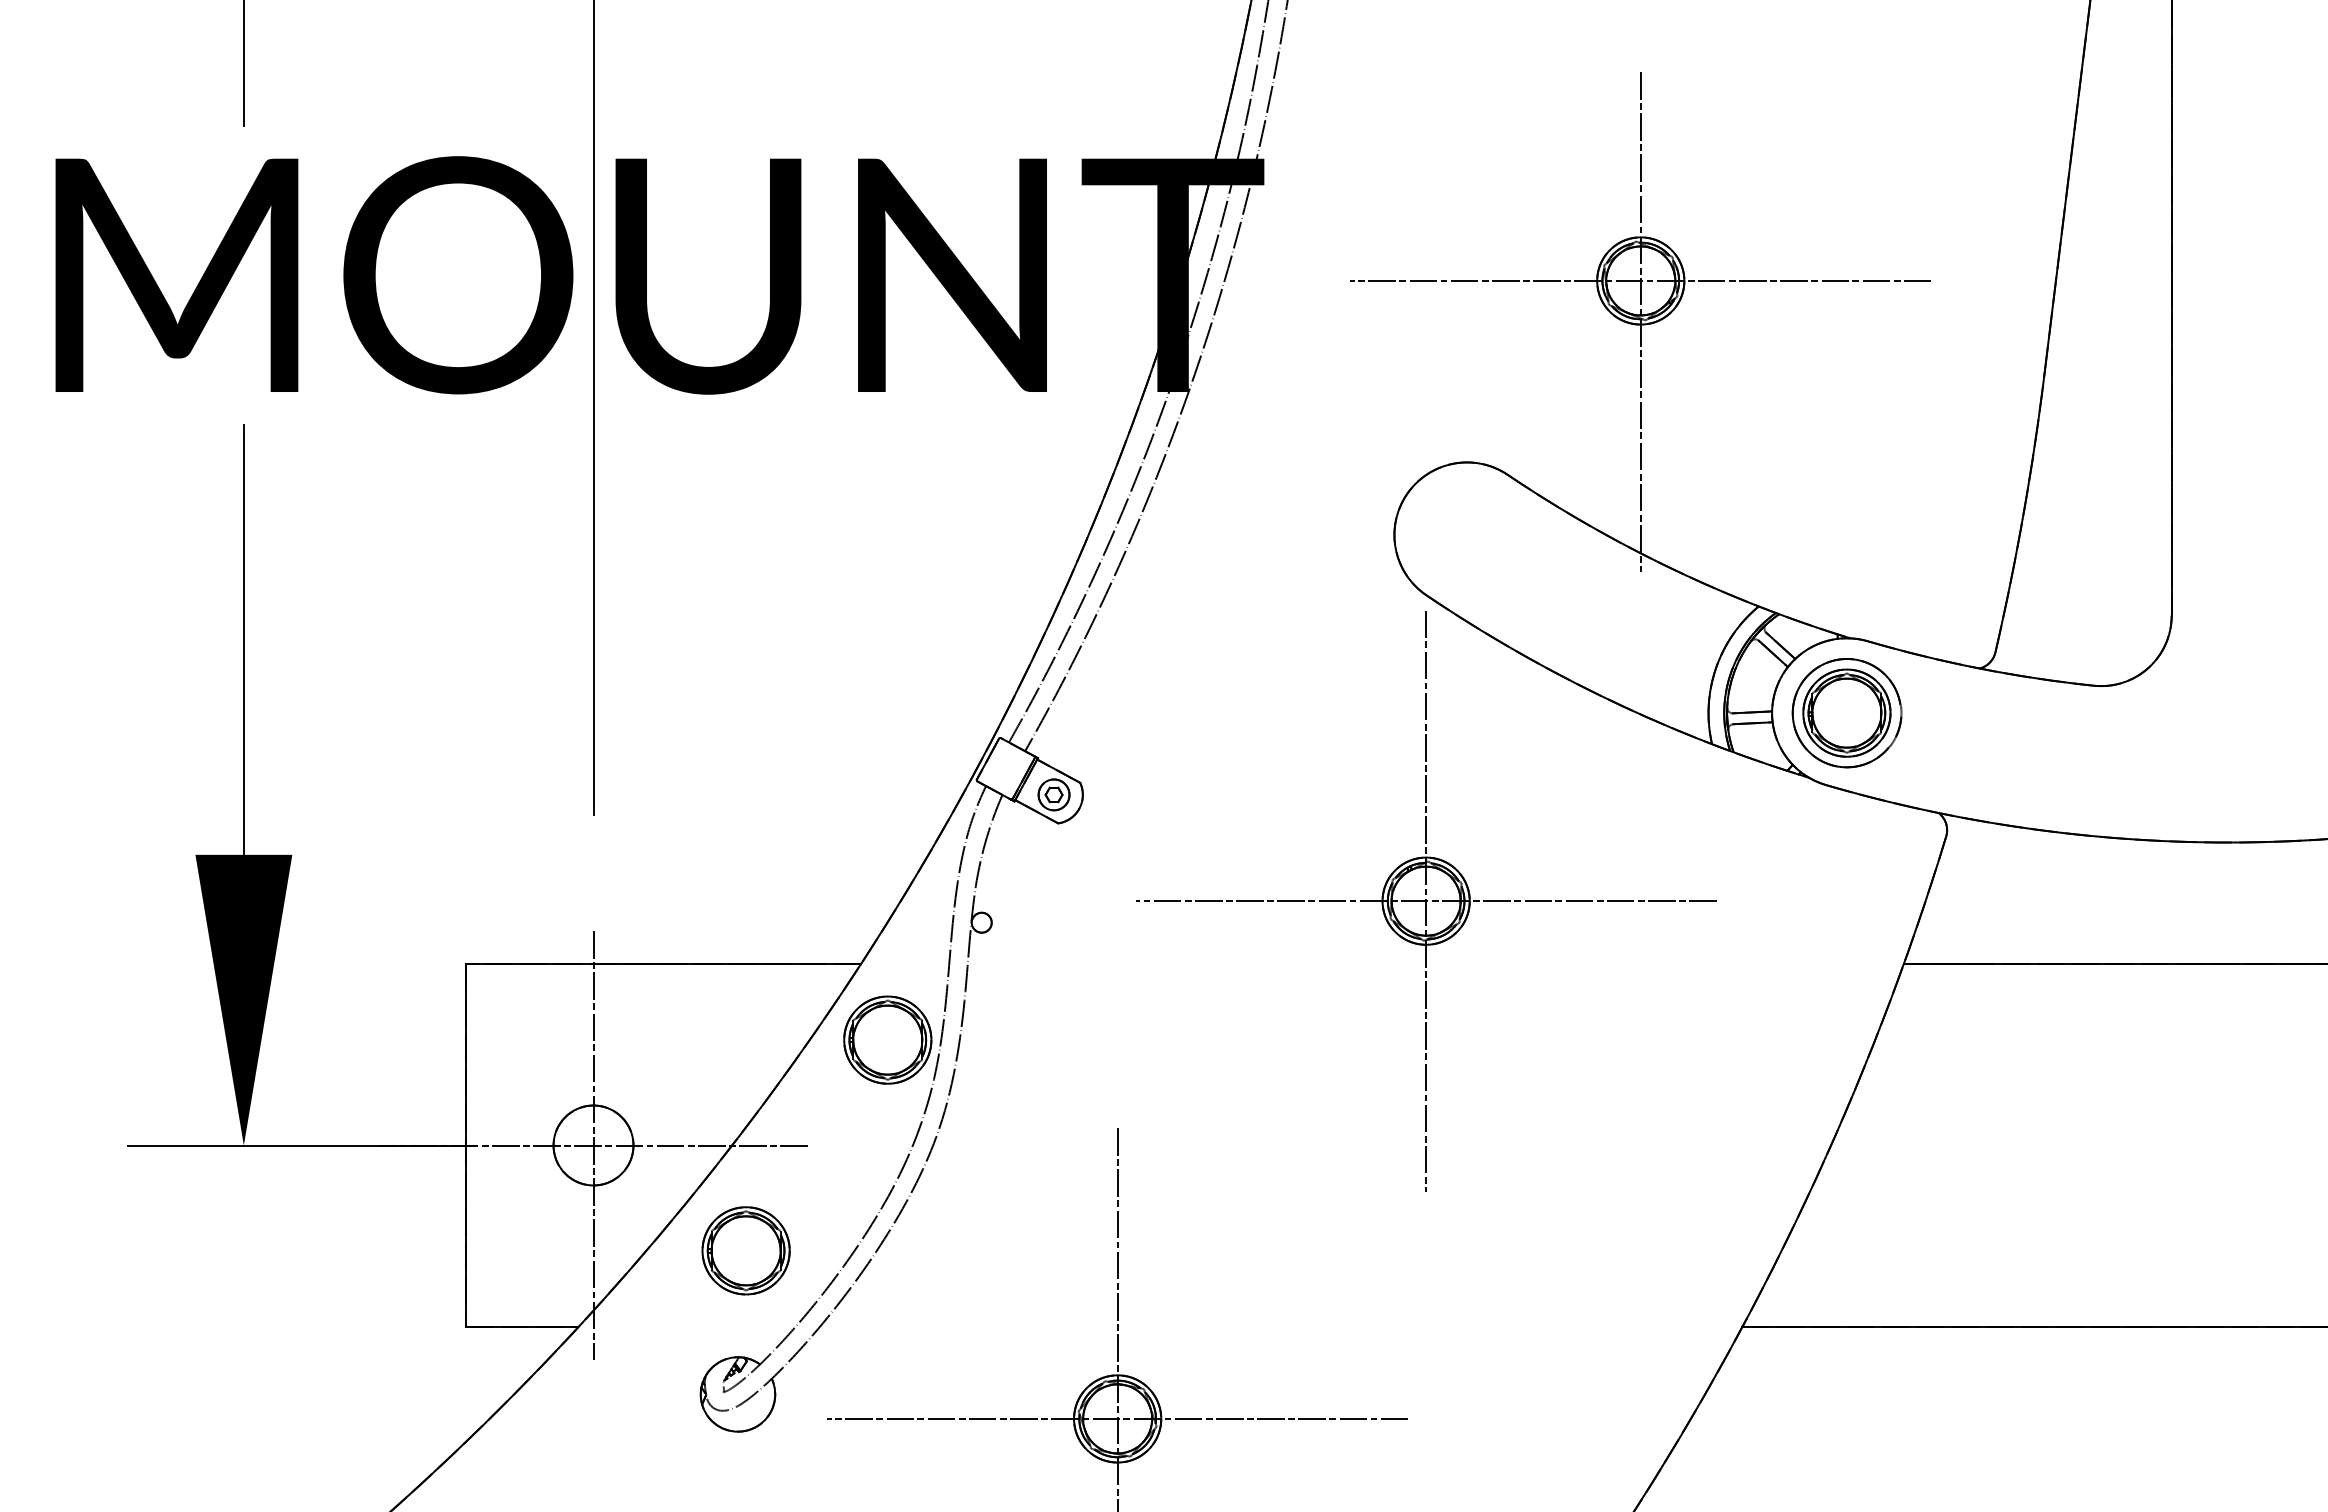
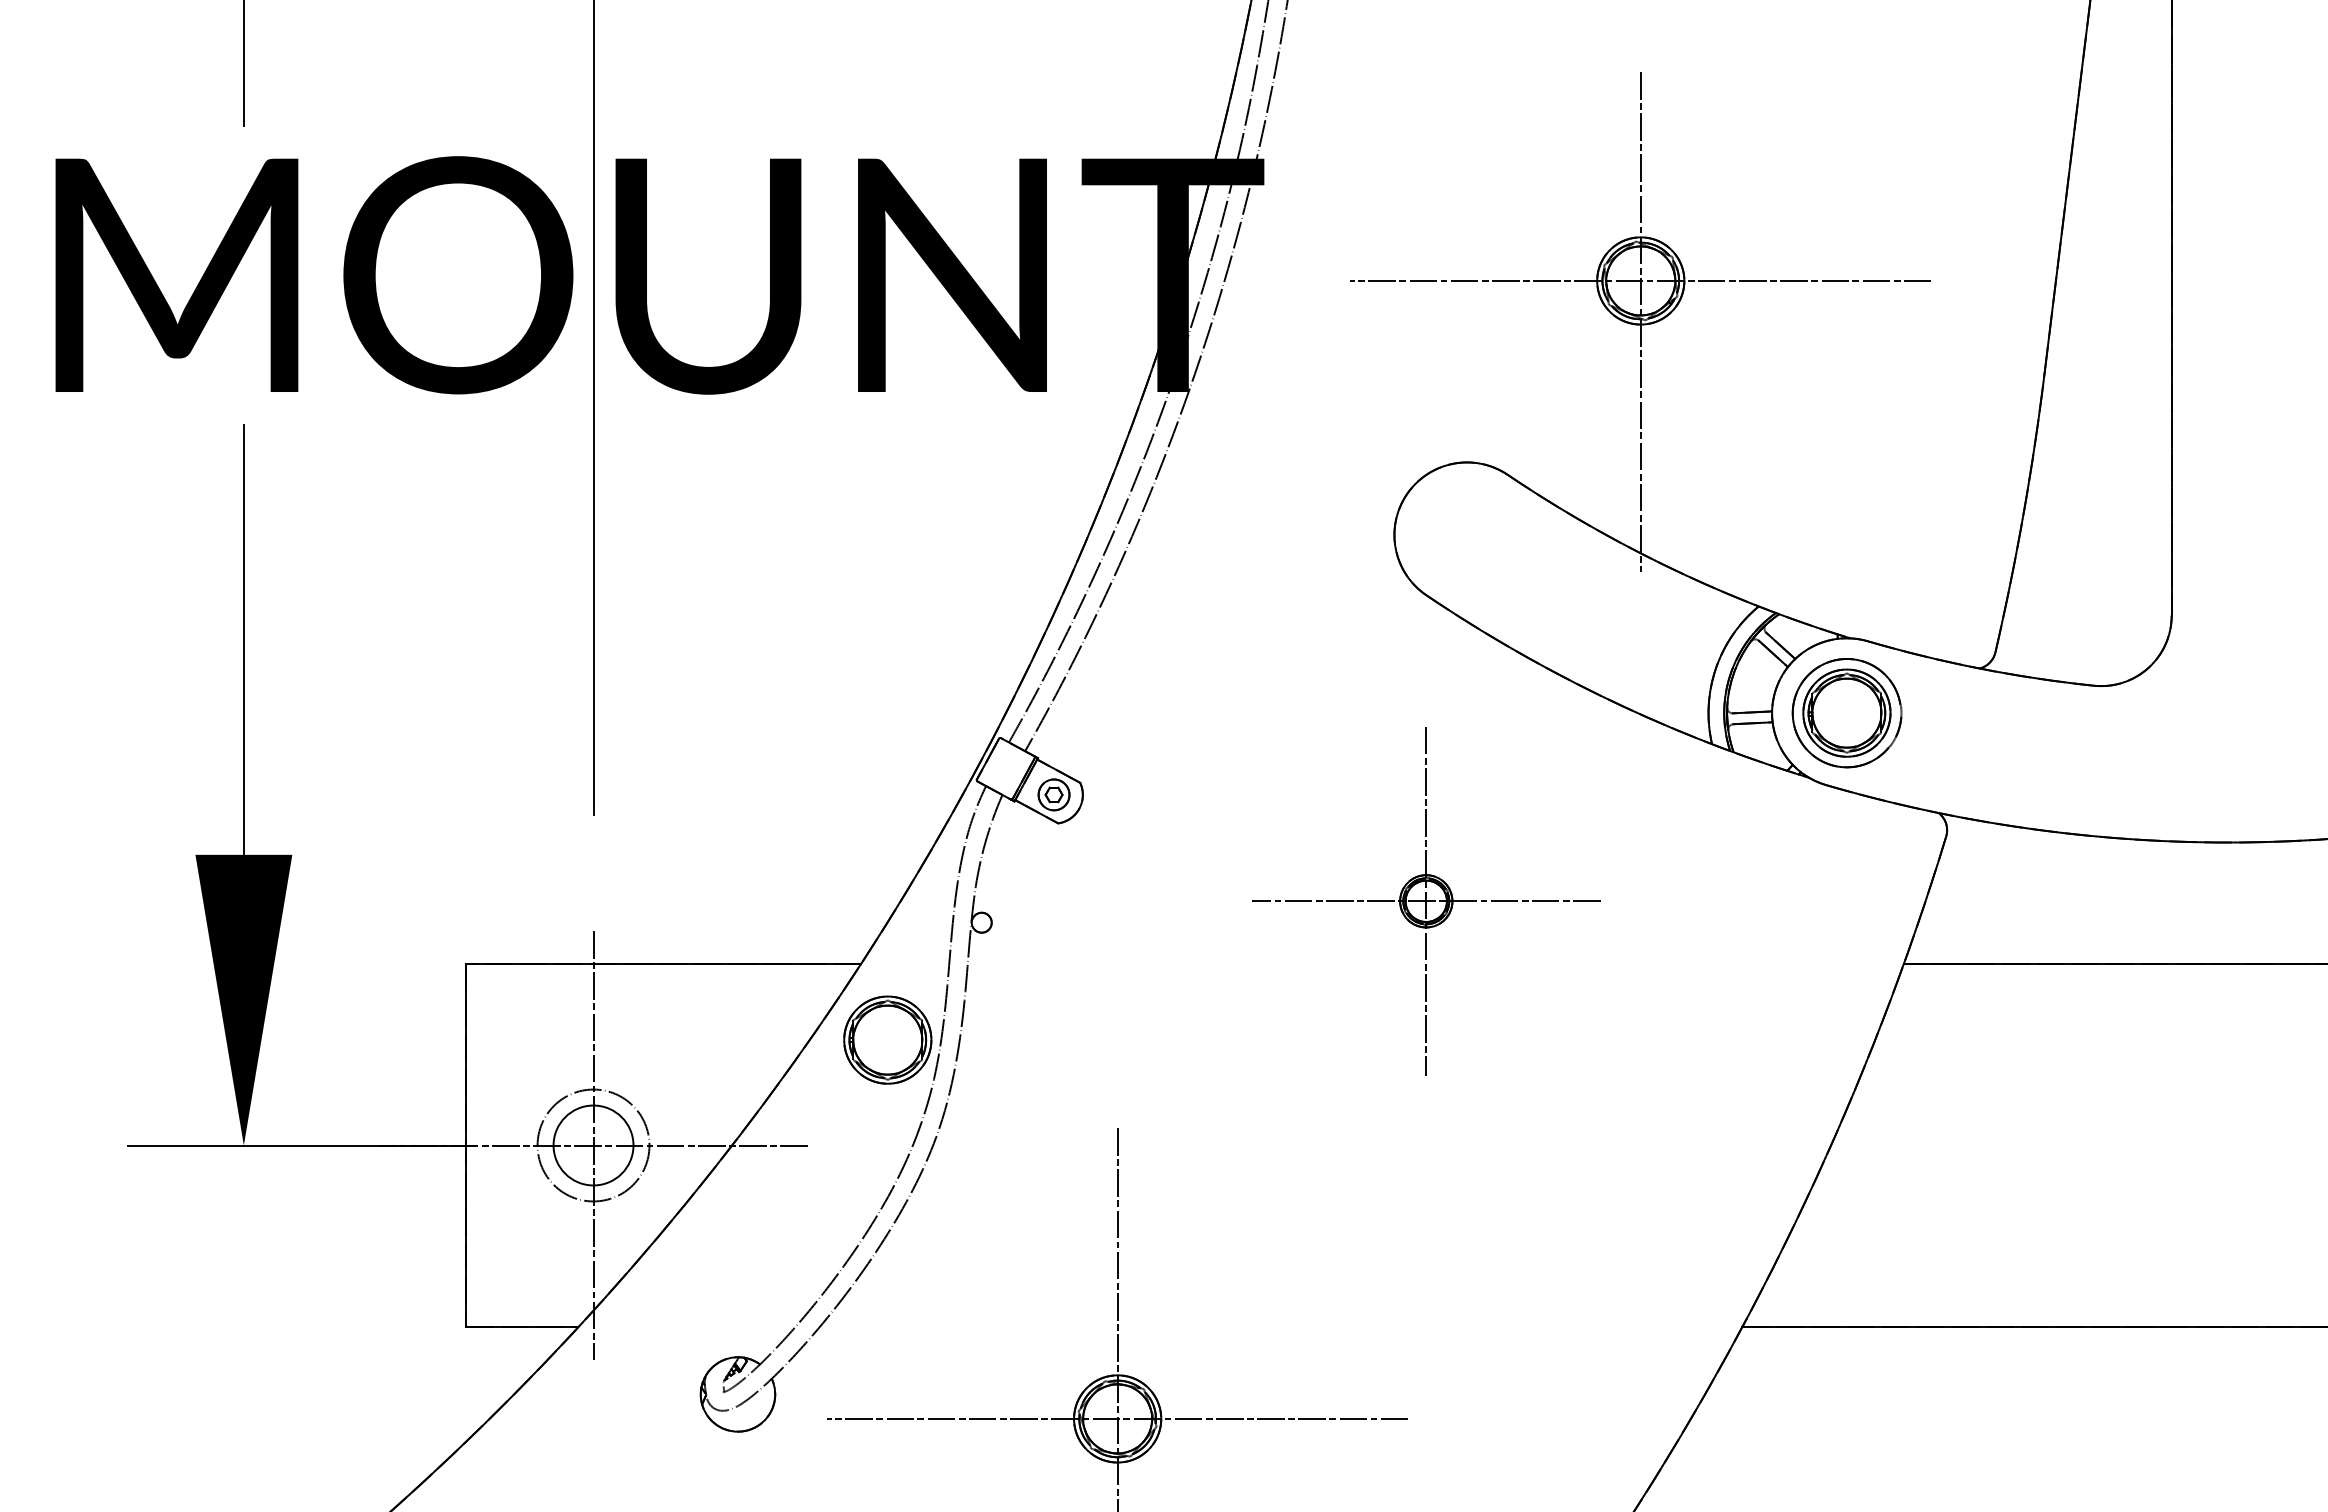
part at (1426, 901) size: 581x581 px -> 349x349 px
circle at (593, 1145) diameter: 80 px -> 112 px
part at (745, 1250): present -> none
